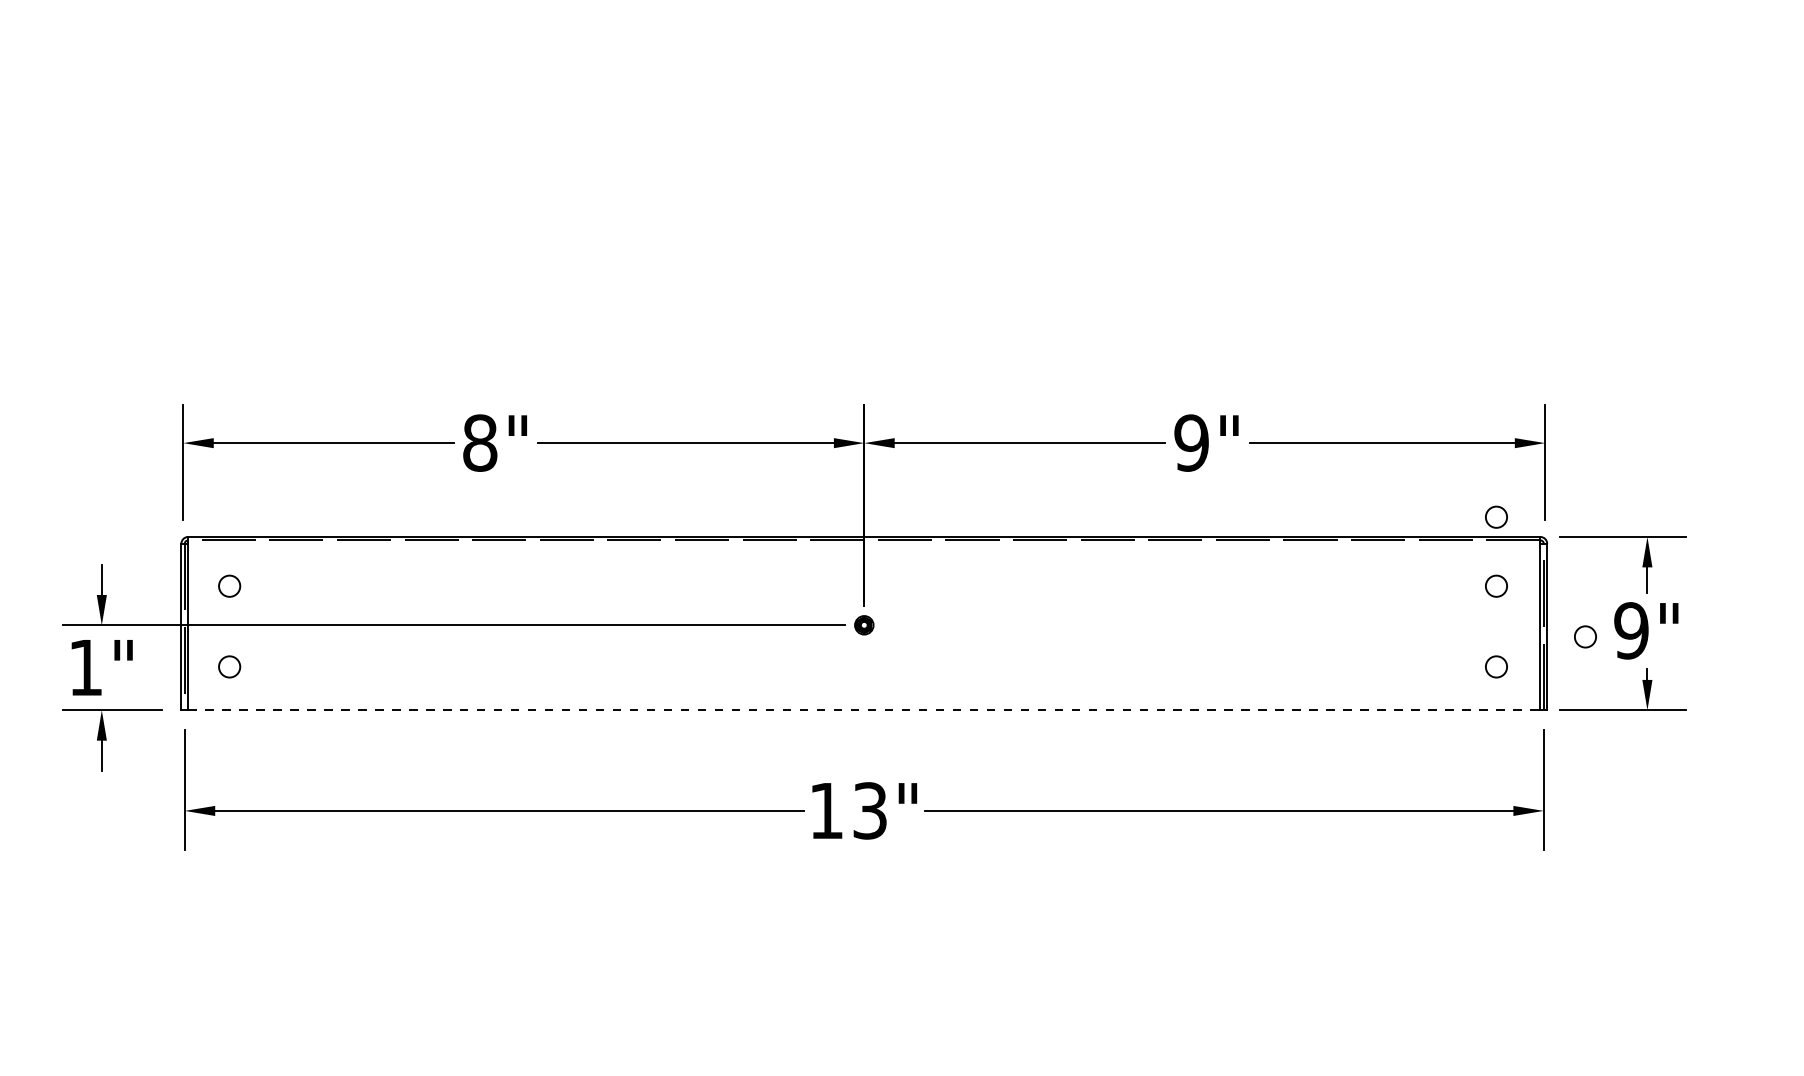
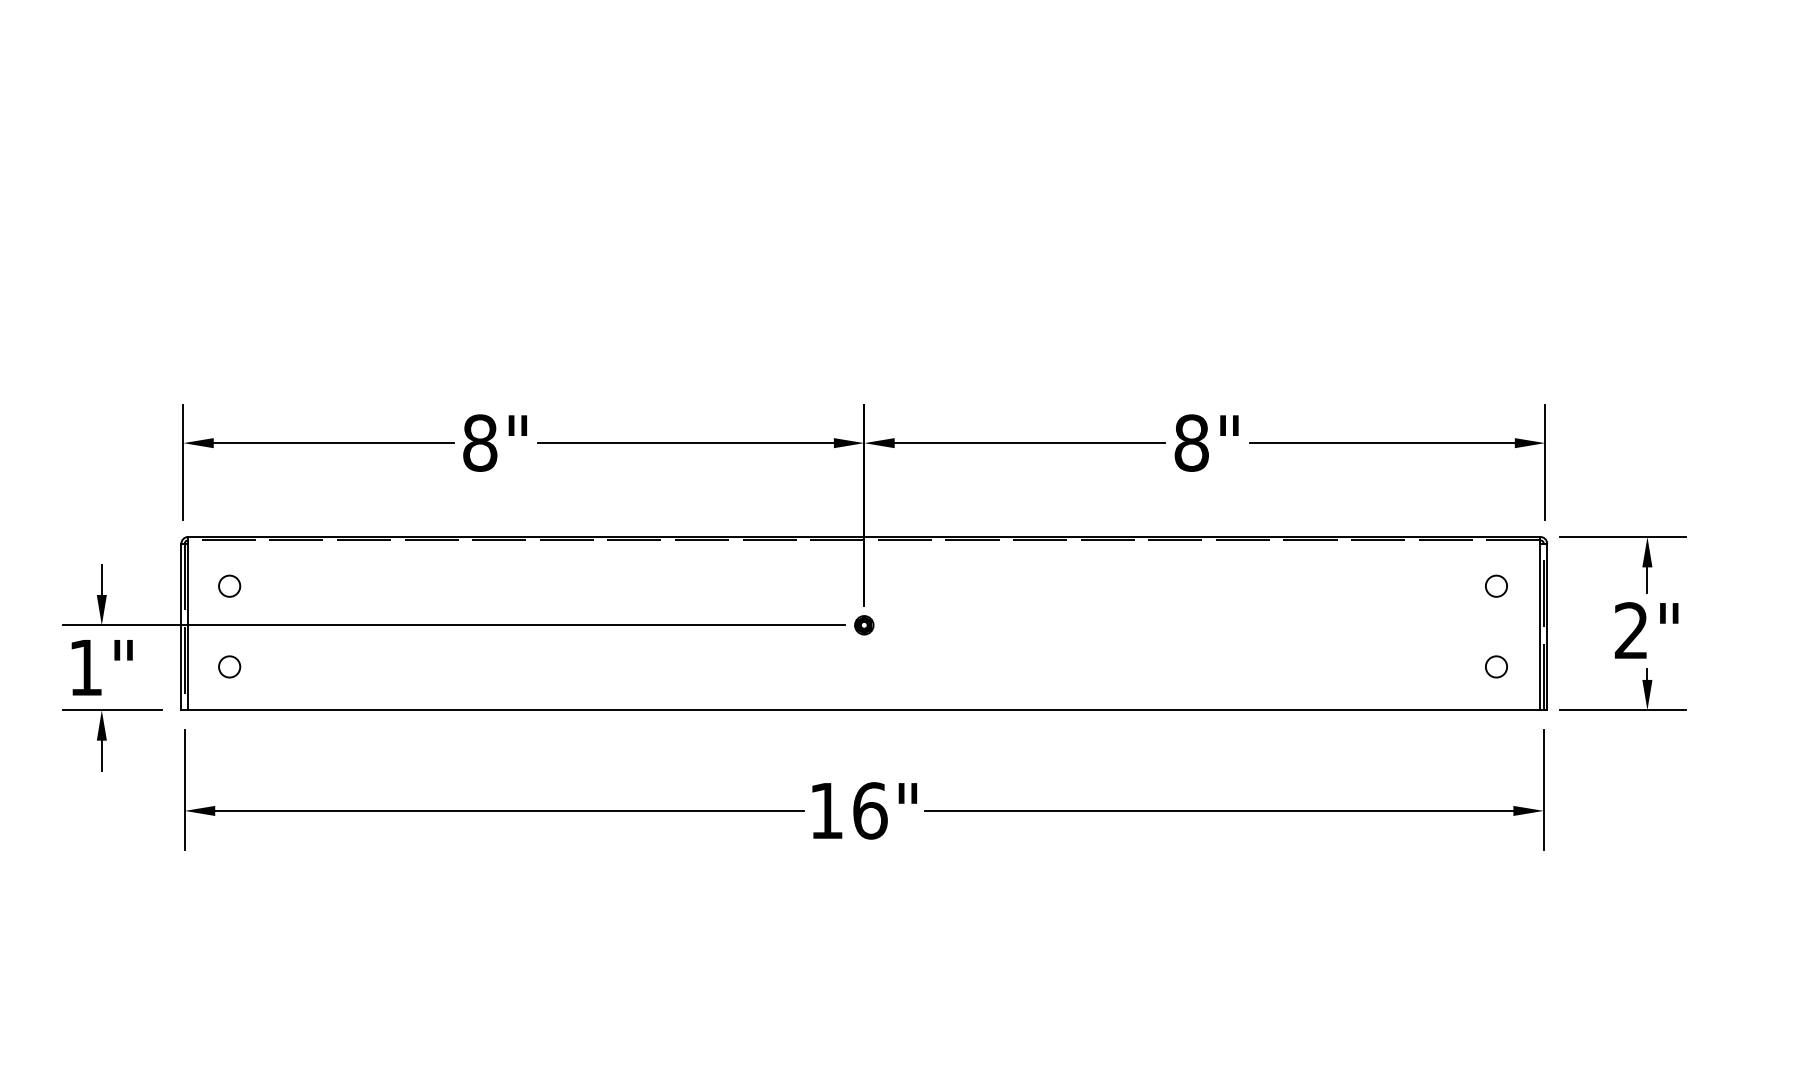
text at (1191, 442): 9" -> 8"
circle at (1496, 516): present -> none
text at (1631, 630): 9" -> 2"
circle at (1585, 636): present -> none
line at (864, 710): dashed -> solid
text at (870, 810): 13" -> 16"
